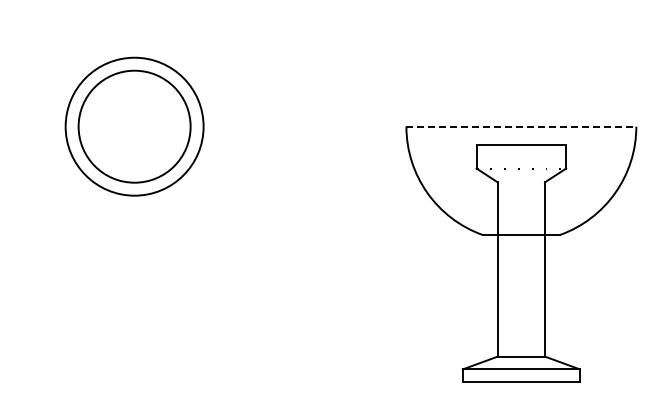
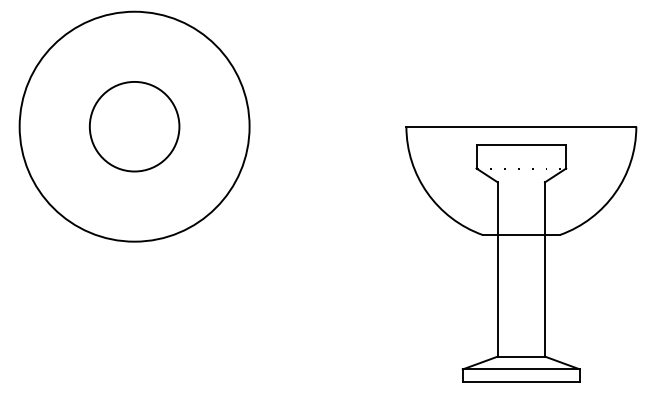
circle at (134, 126) diameter: 112 px -> 90 px
circle at (134, 126) diameter: 138 px -> 230 px
line at (521, 126): dashed -> solid
